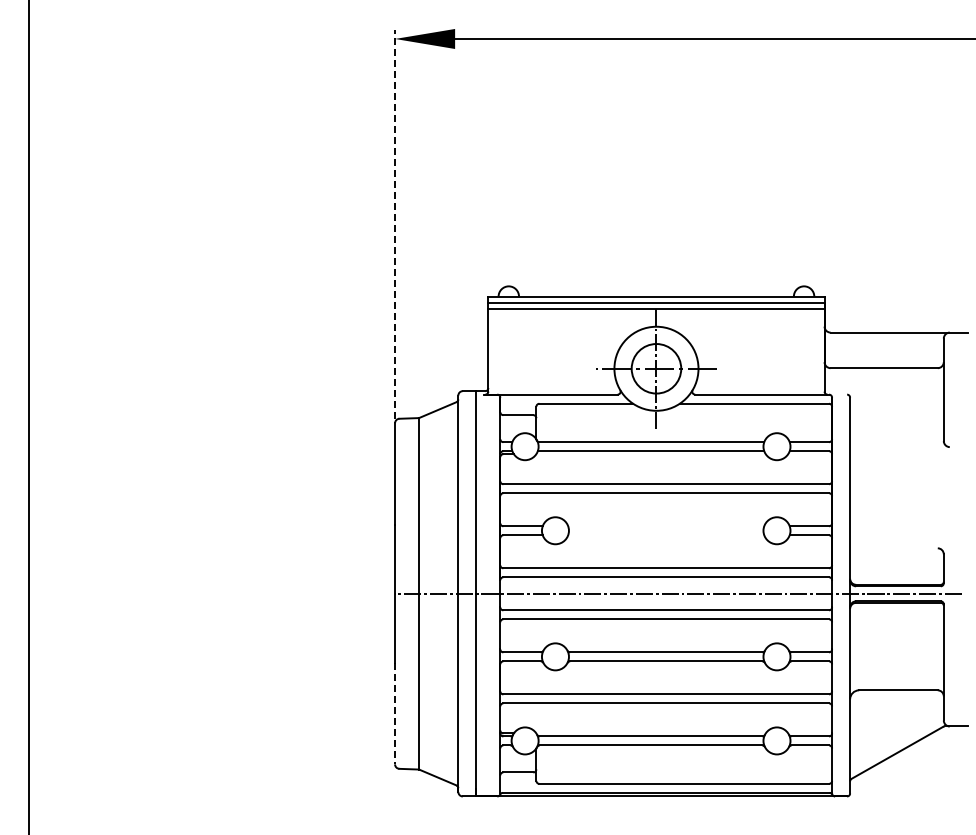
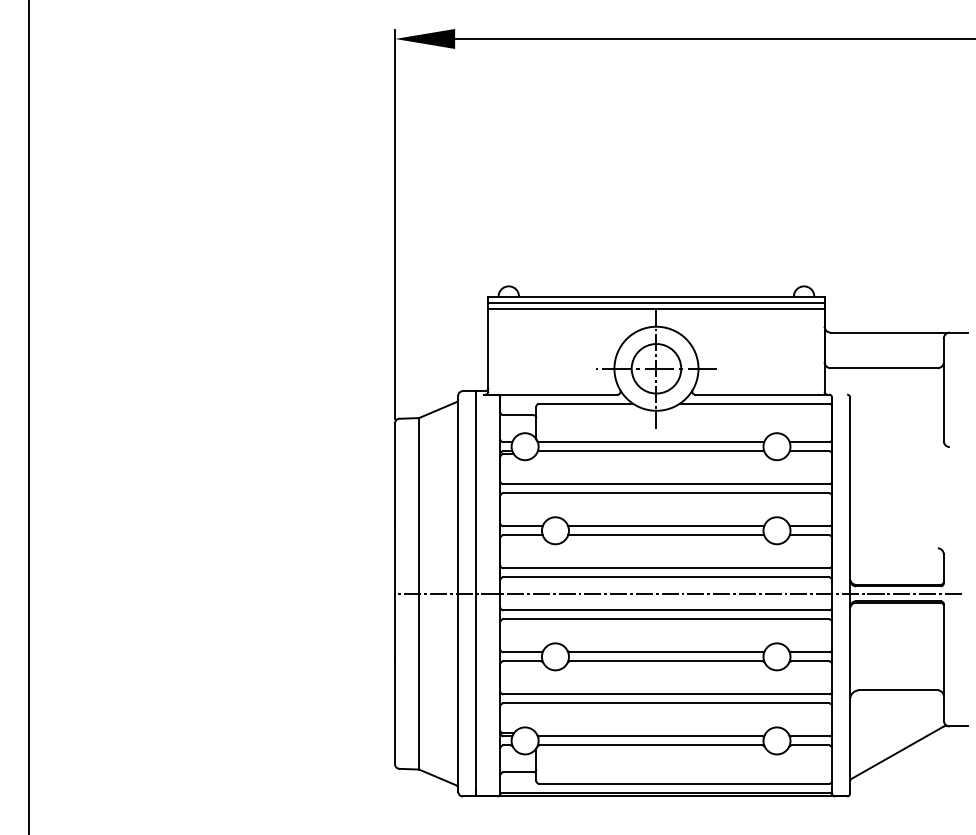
line at (395, 223): dashed -> solid
line at (666, 526): none -> present
line at (666, 535): none -> present
line at (395, 713): dashed -> solid
